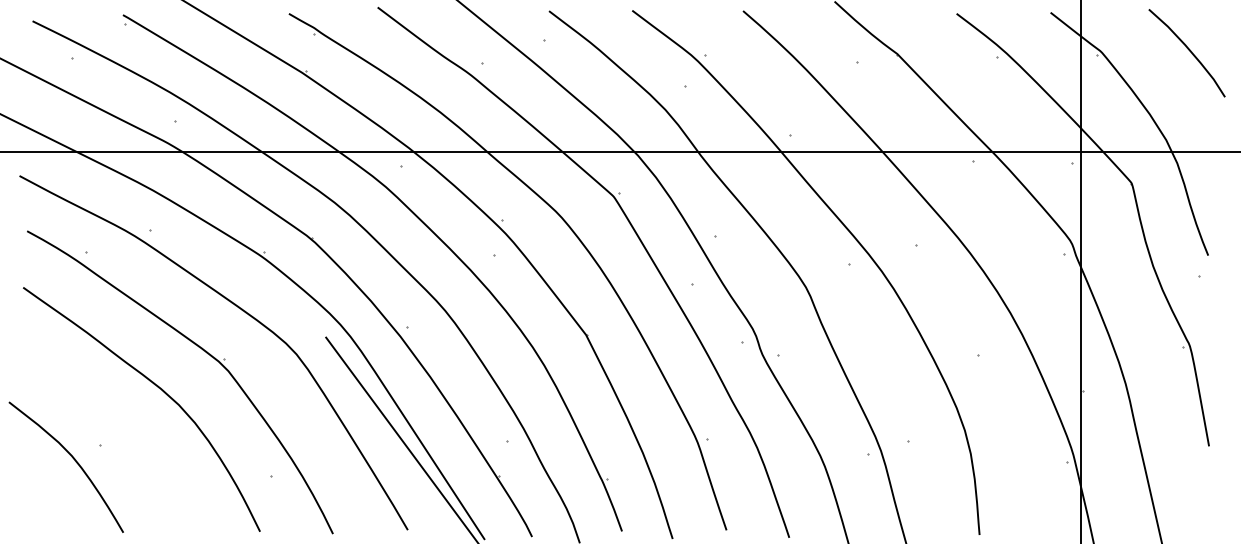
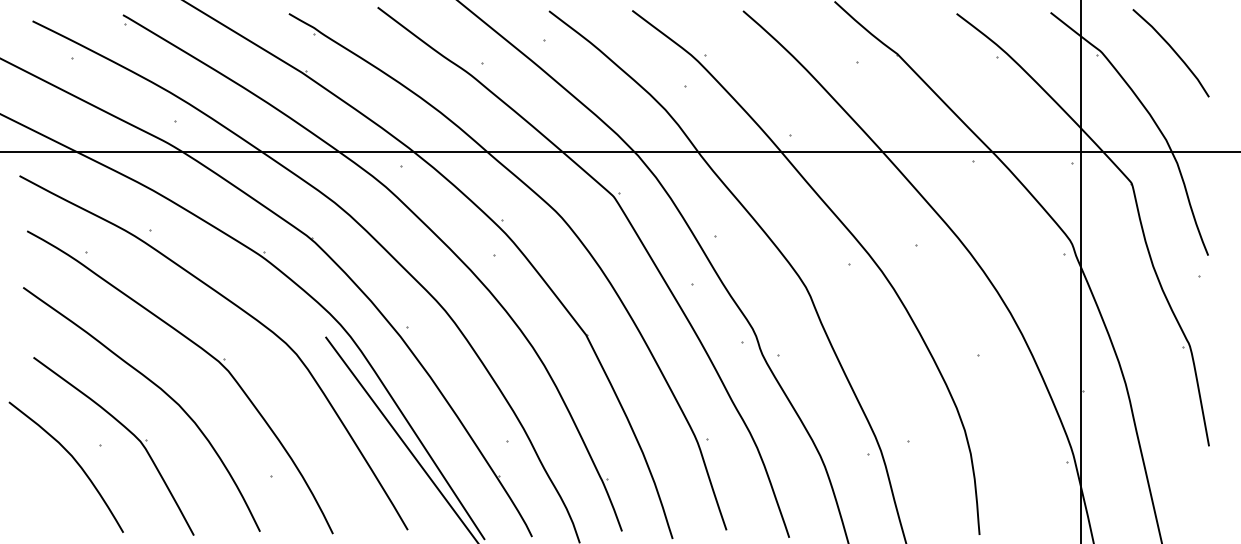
curve at (1188, 50) position: (1188, 50) -> (1172, 50)
part at (128, 431): none -> present
